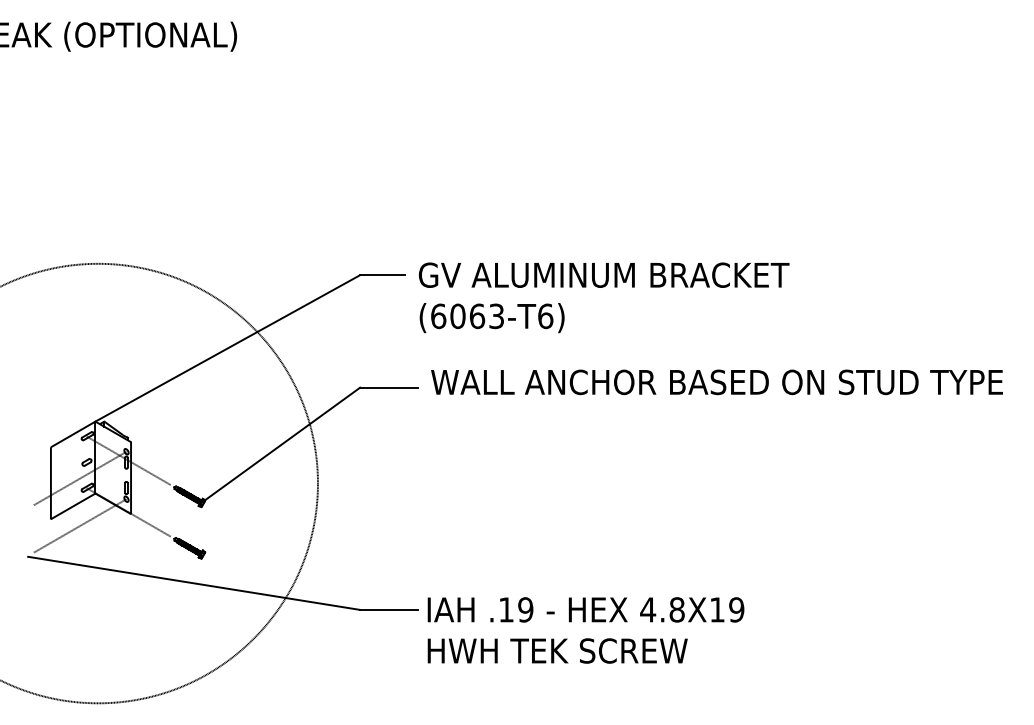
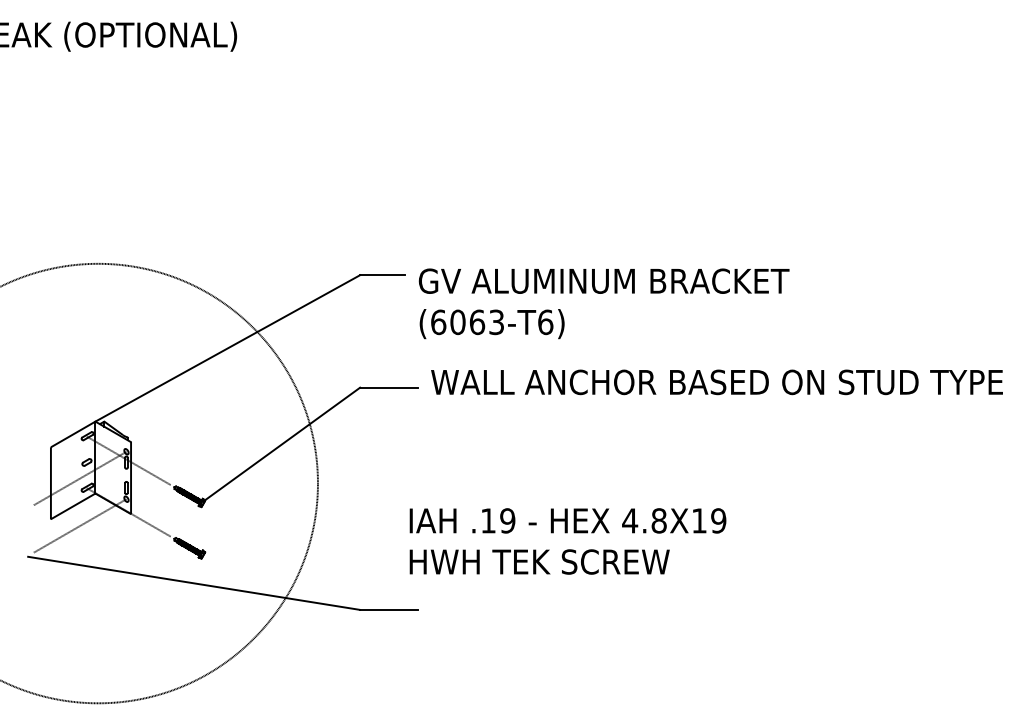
text at (603, 297) position: (603, 297) -> (603, 303)
text at (585, 630) position: (585, 630) -> (567, 541)
